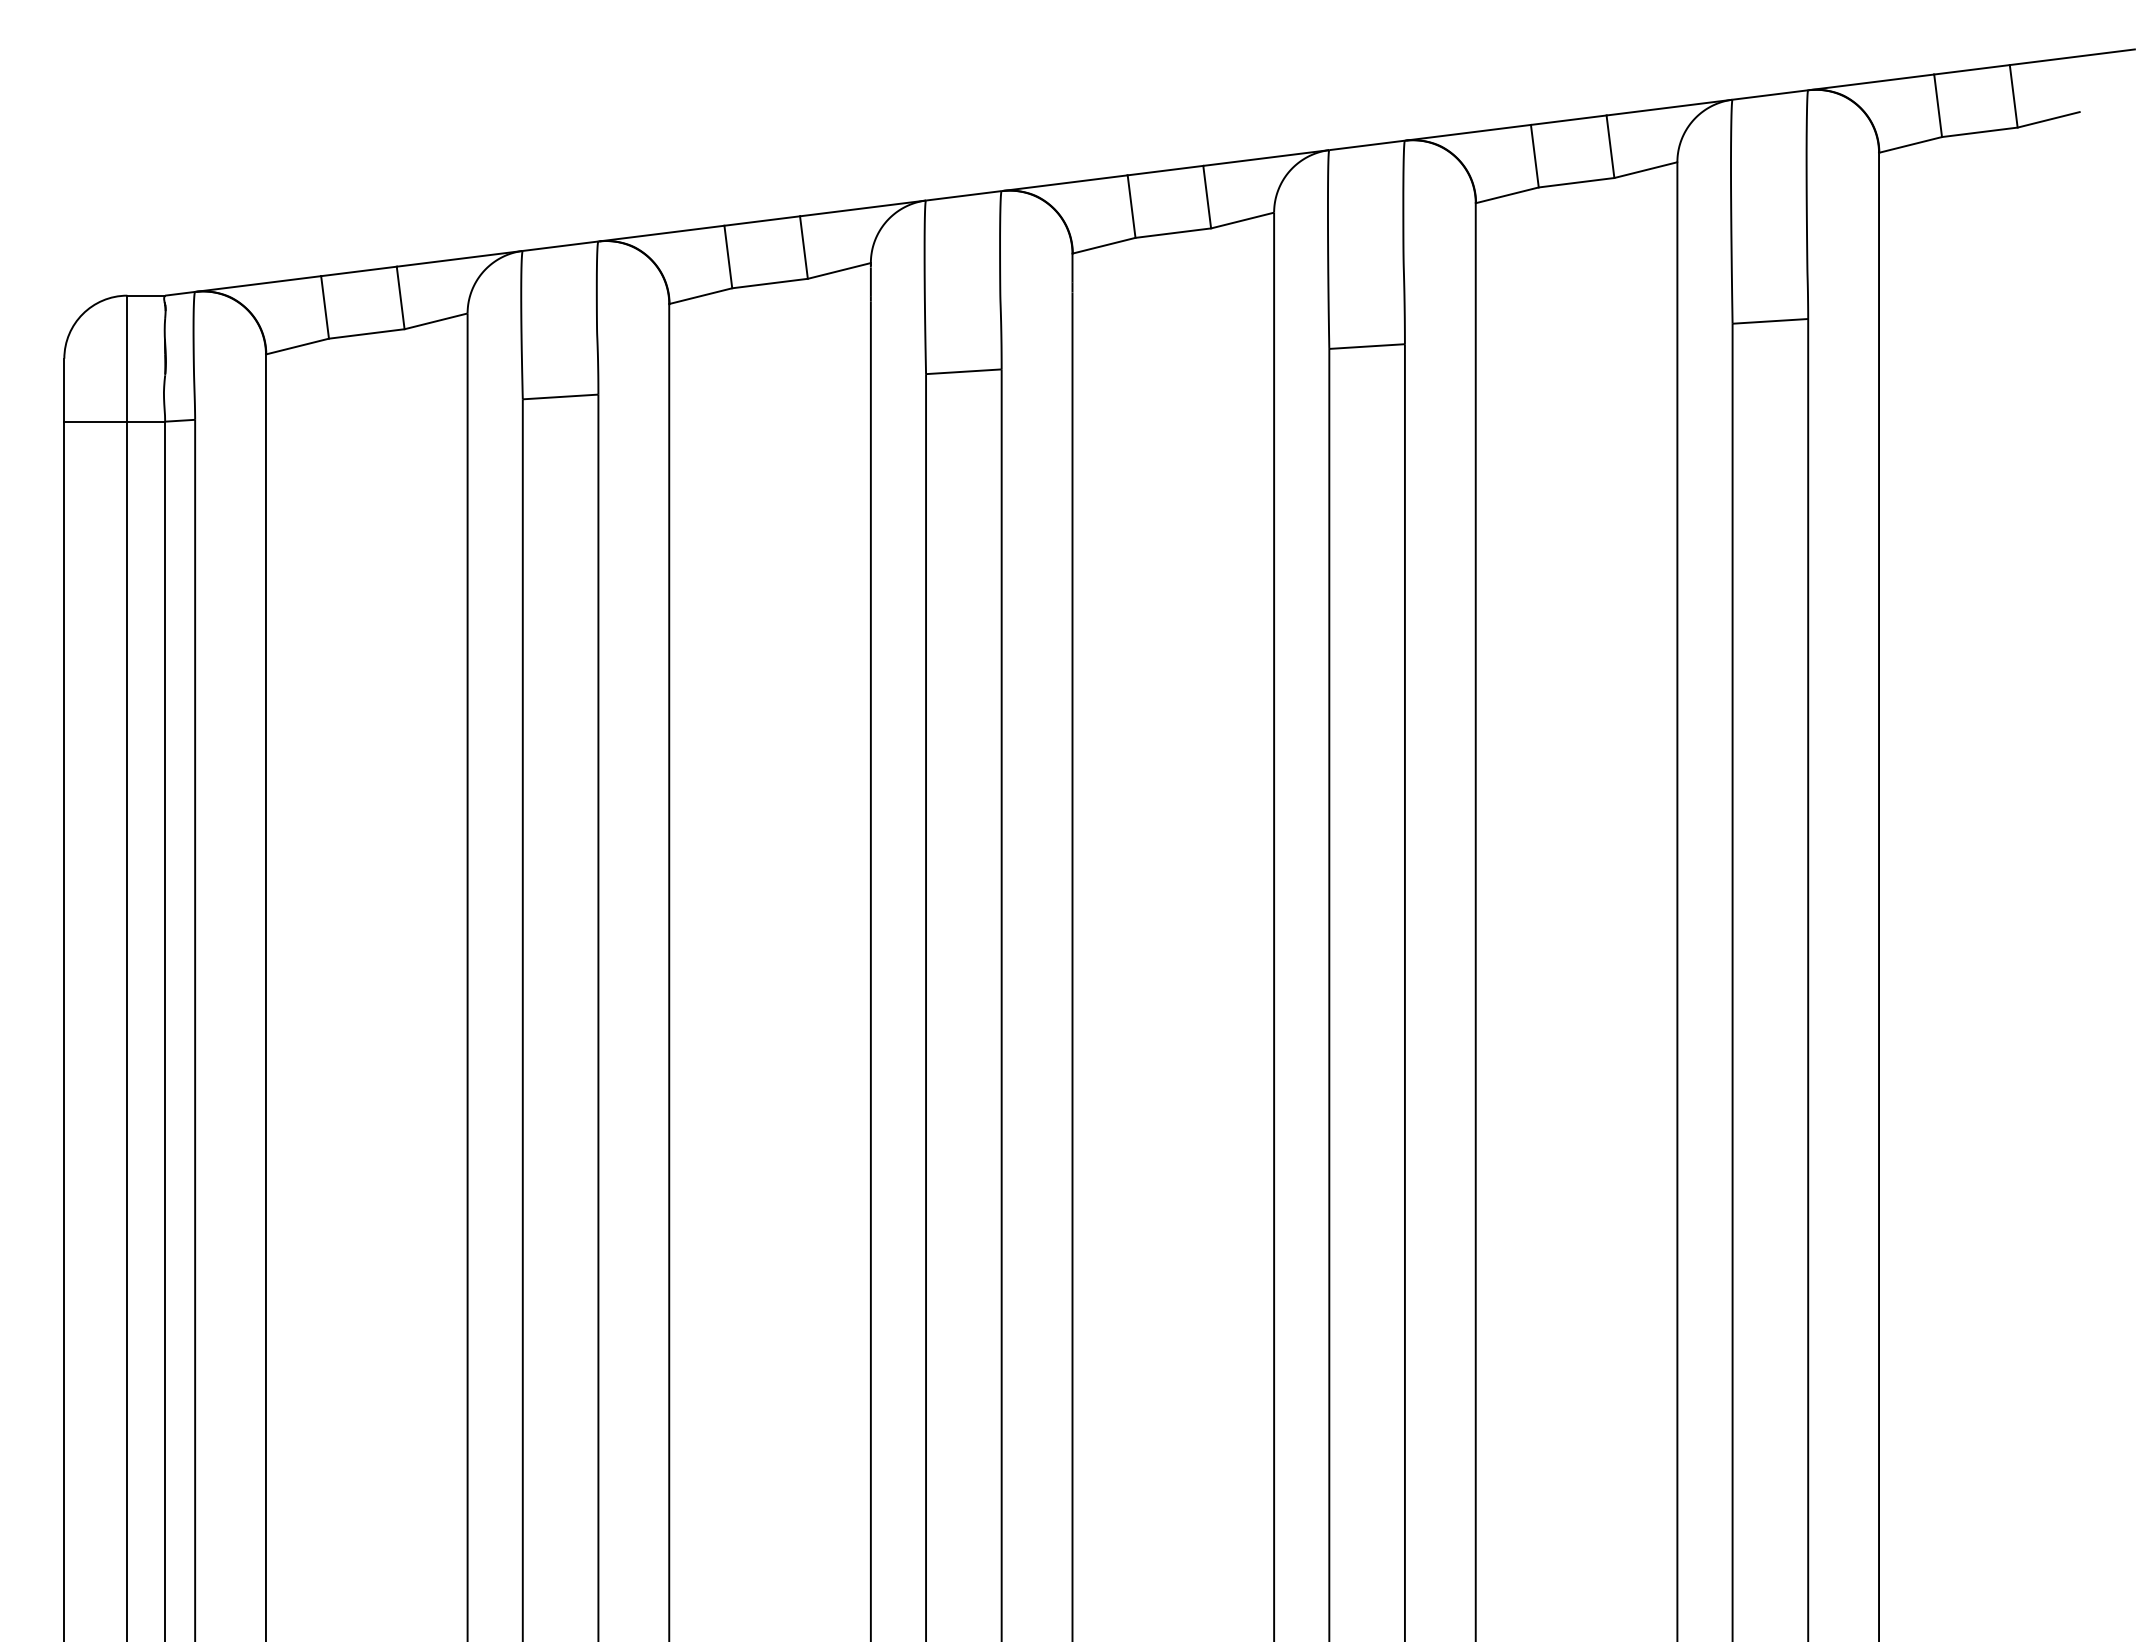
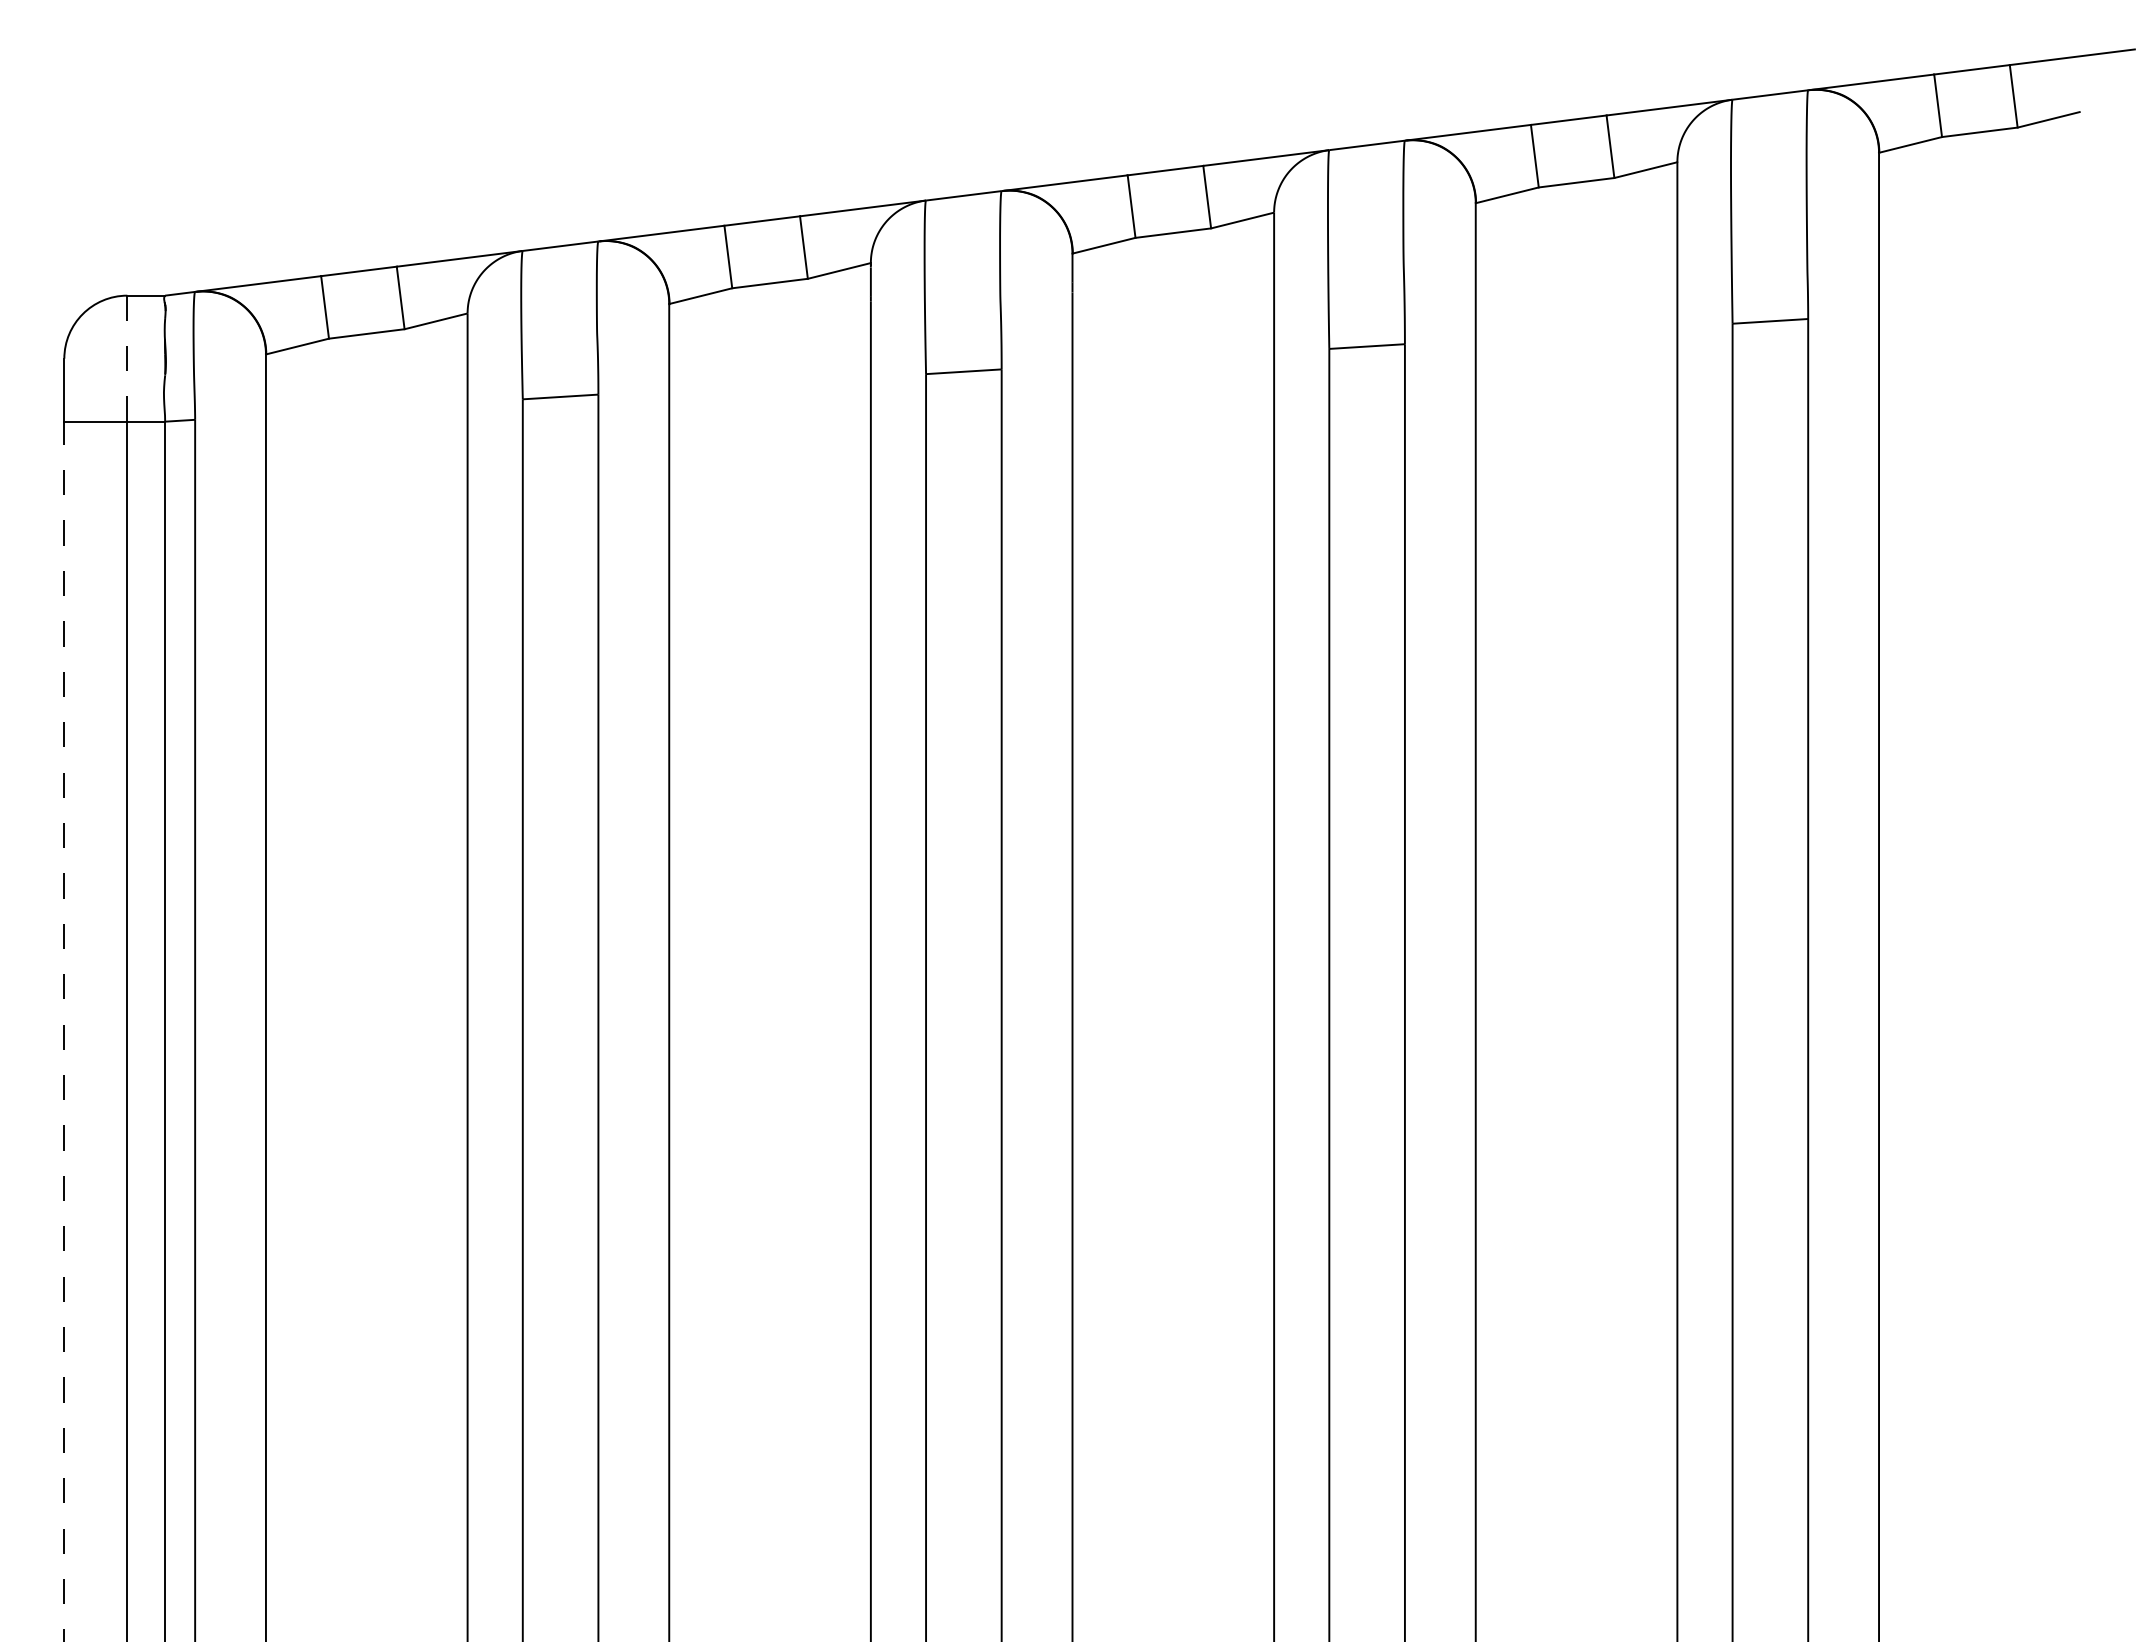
line at (127, 358): solid -> dashed
line at (64, 1031): solid -> dashed
